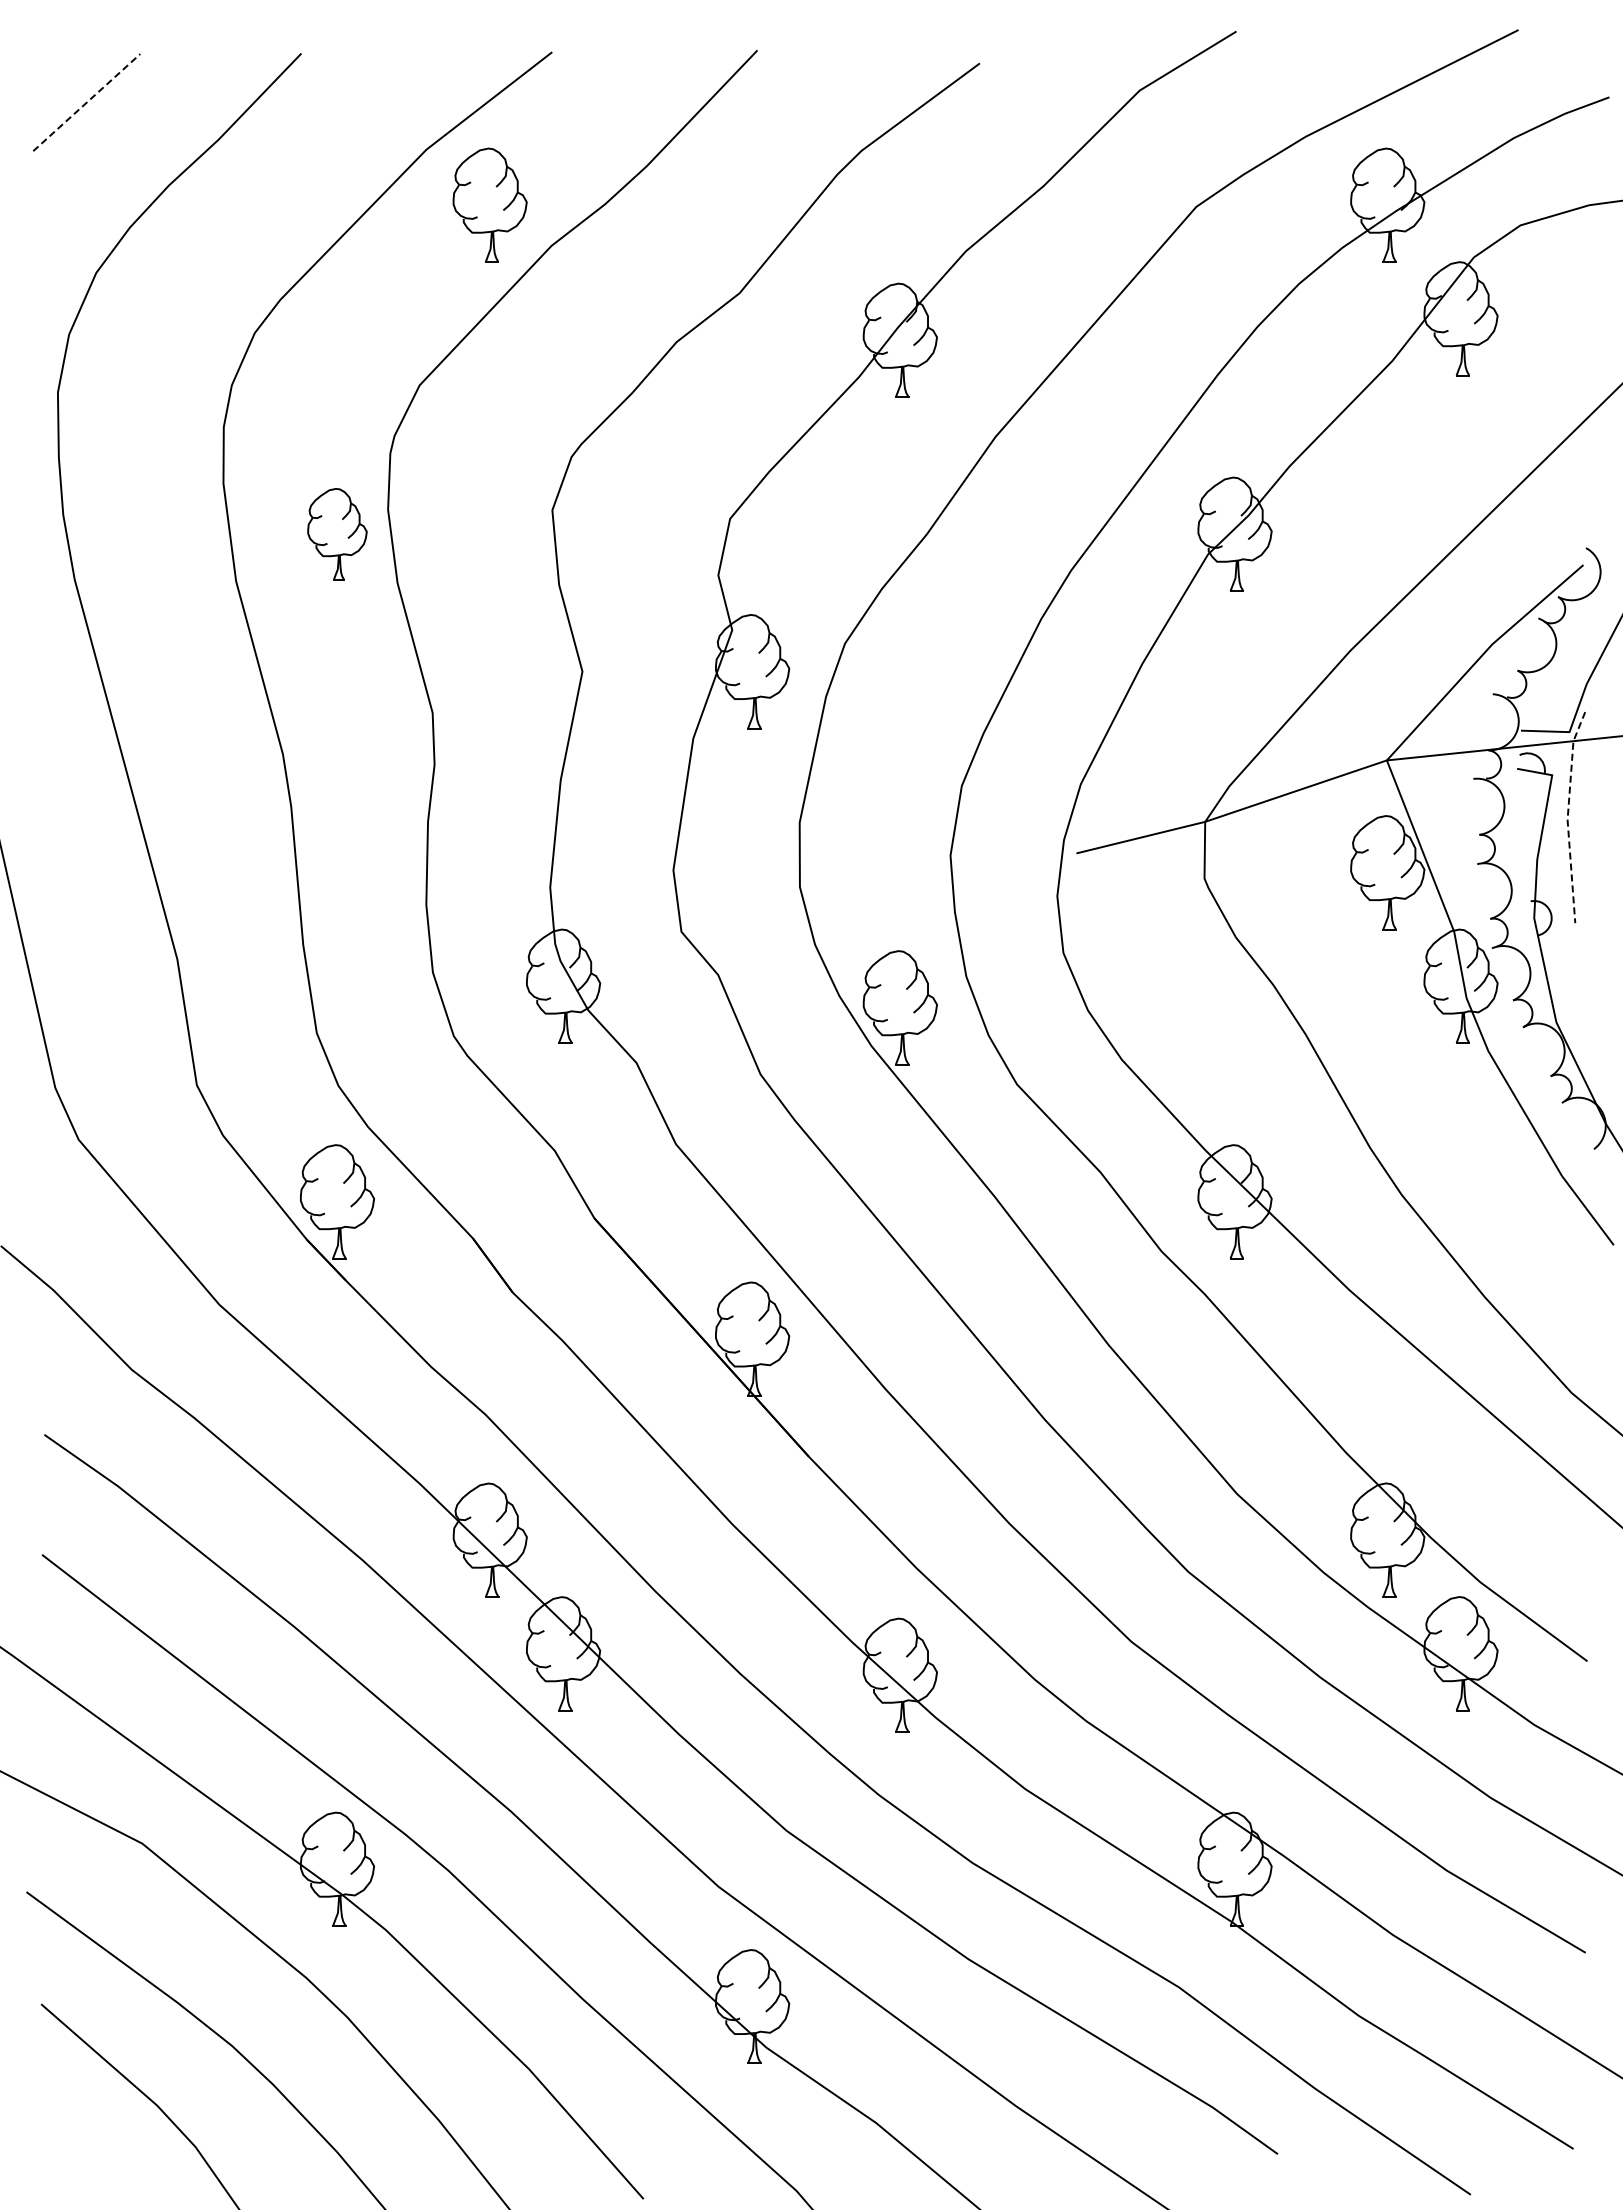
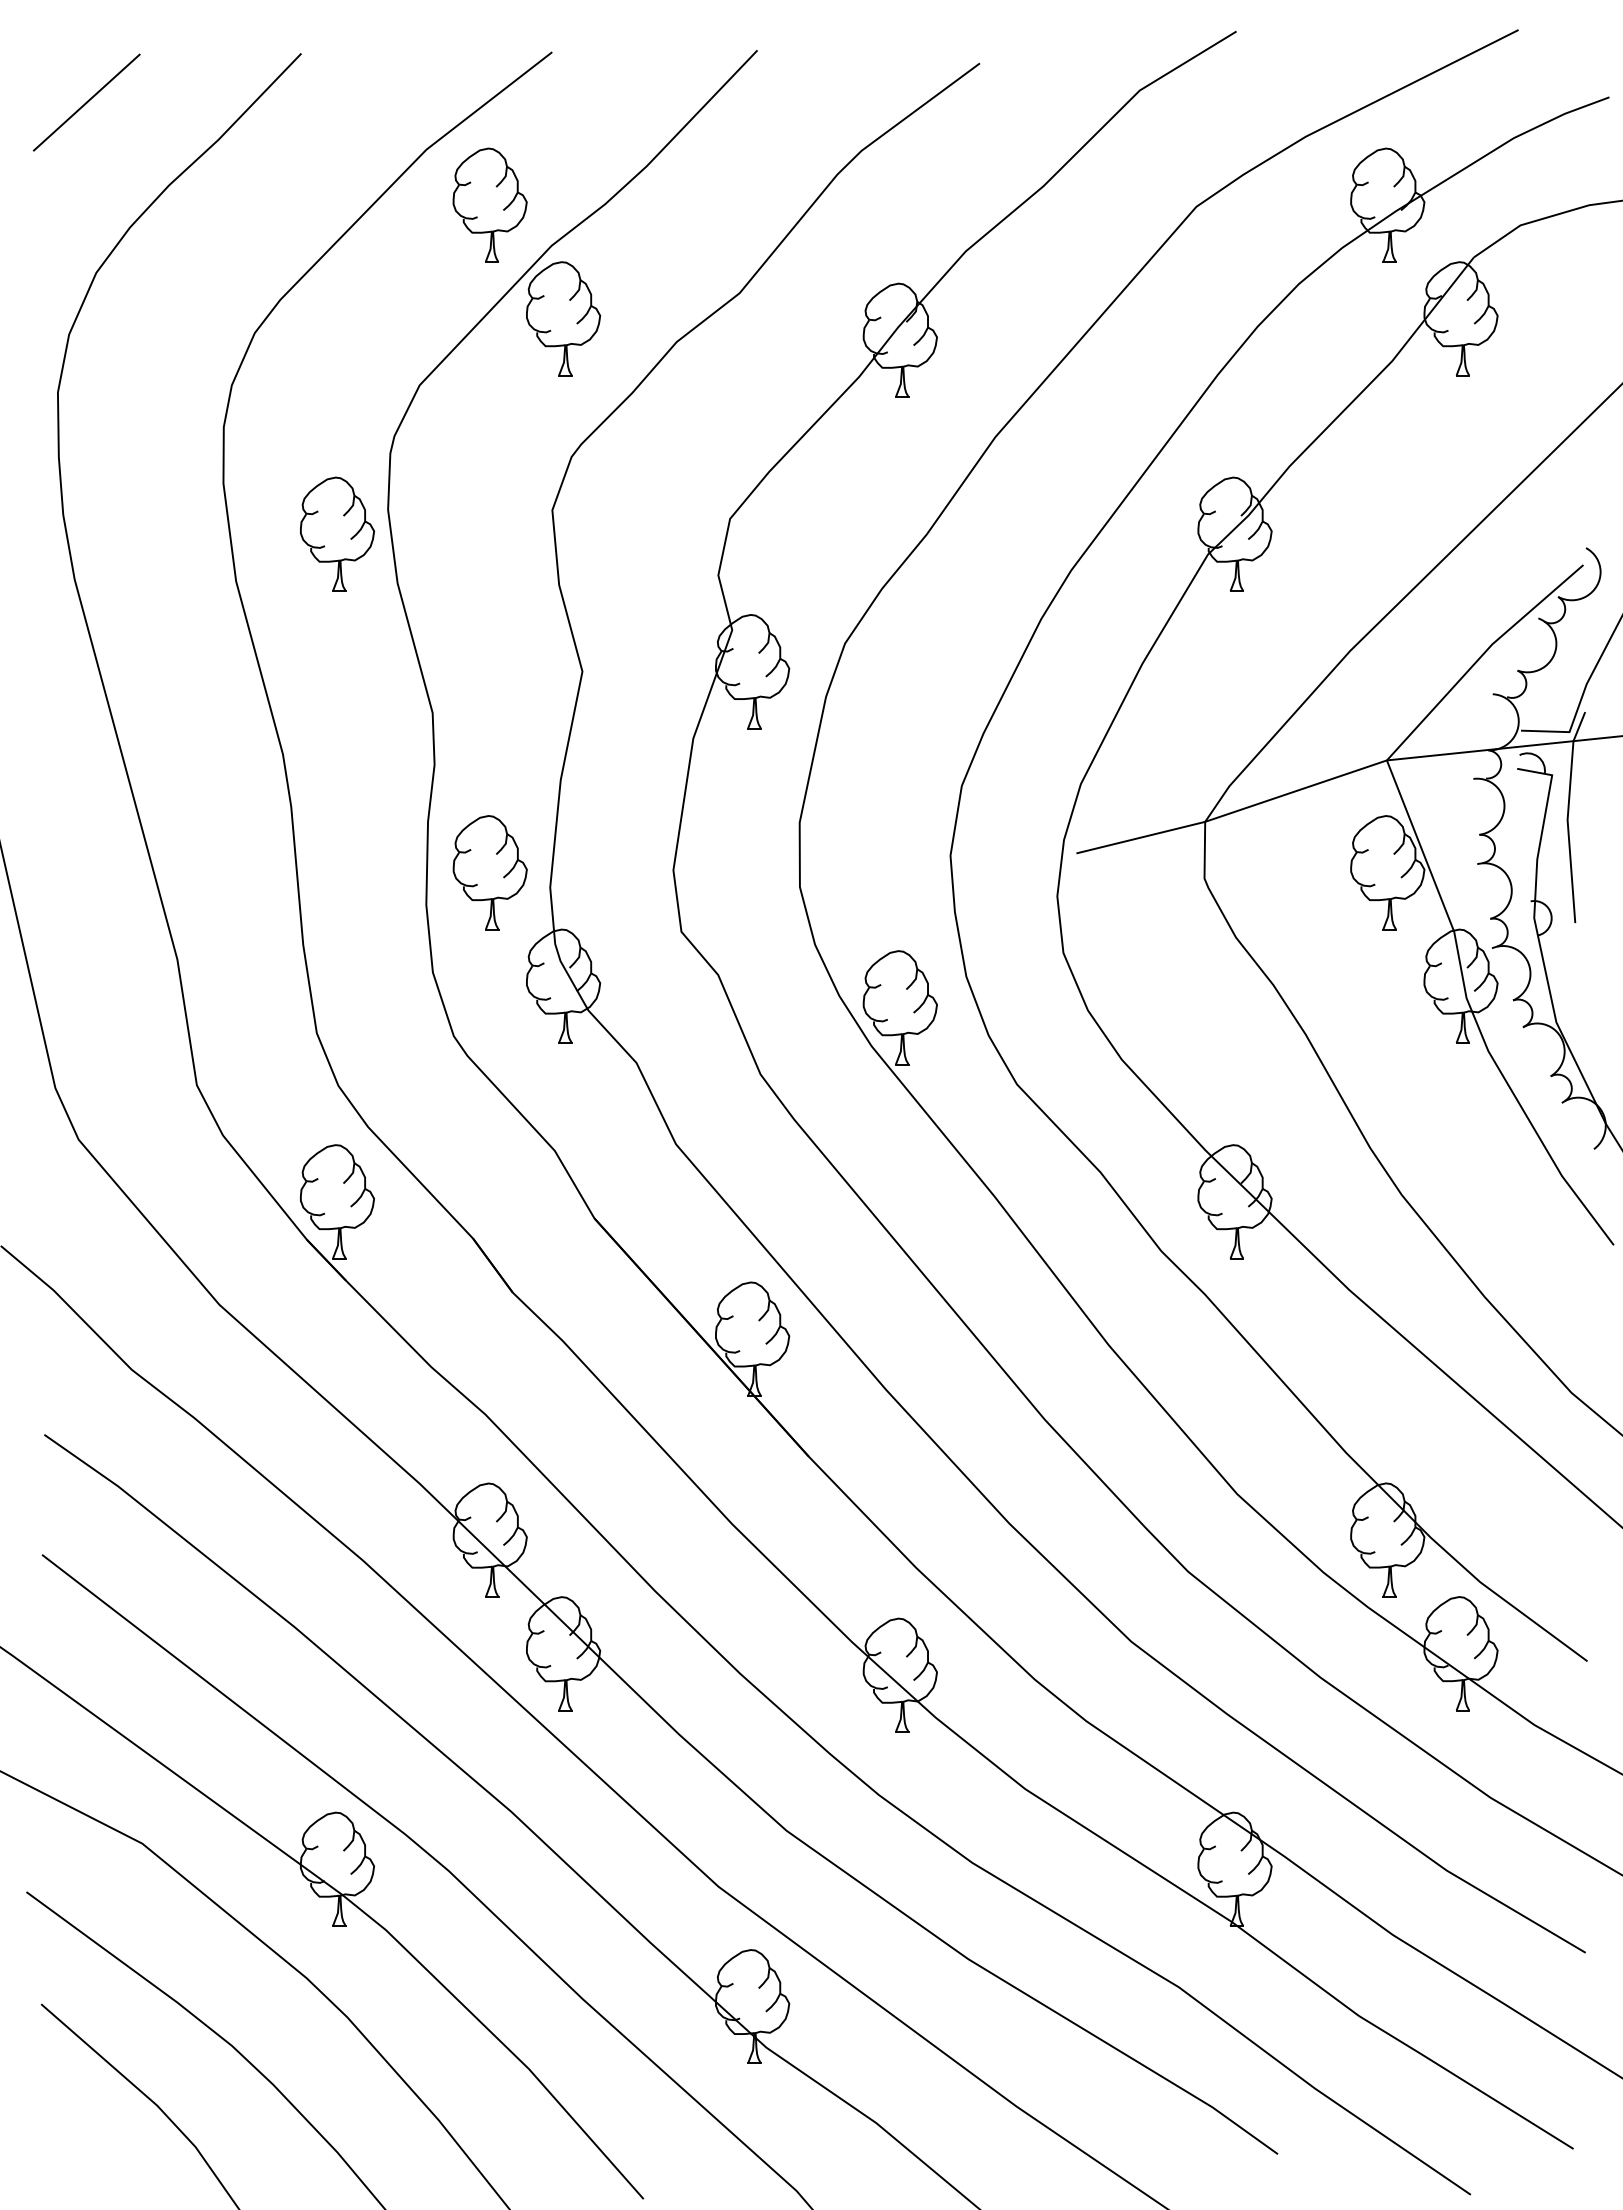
line at (87, 102): dashed -> solid
part at (563, 318): none -> present
part at (337, 534) size: 61x93 px -> 75x116 px
line at (1567, 816): dashed -> solid
part at (489, 872): none -> present
